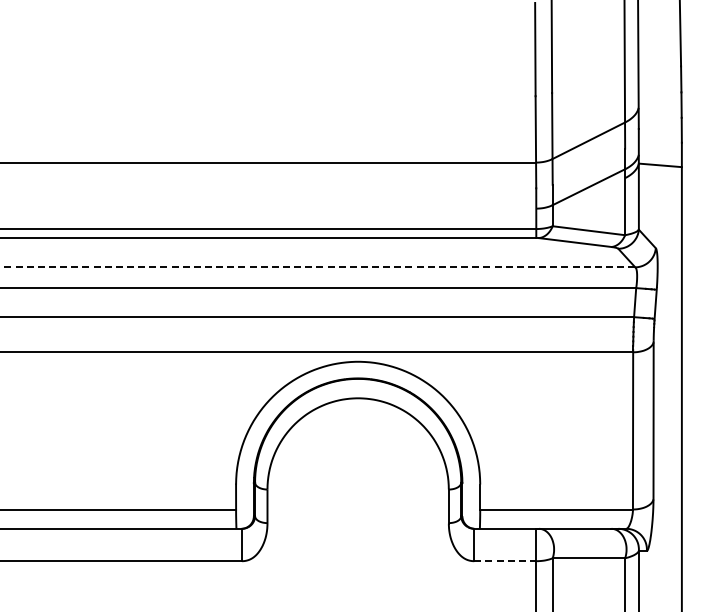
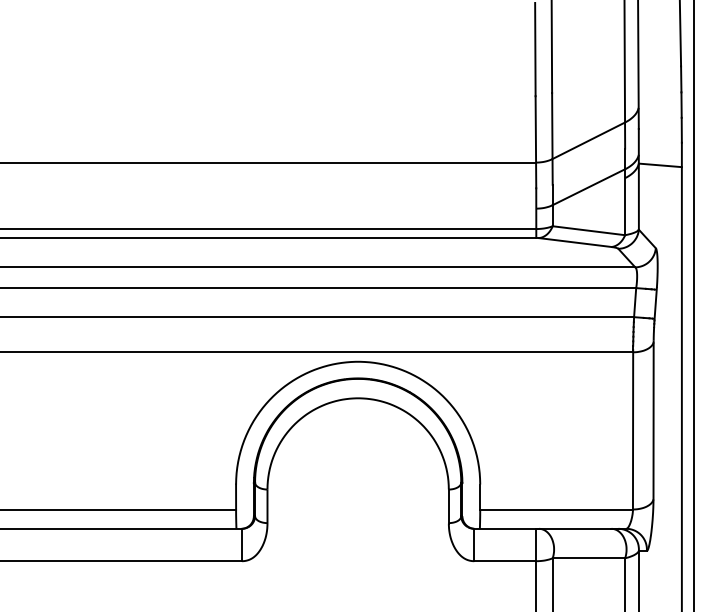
line at (317, 267): dashed -> solid
line at (694, 305): none -> present
line at (505, 561): dashed -> solid
